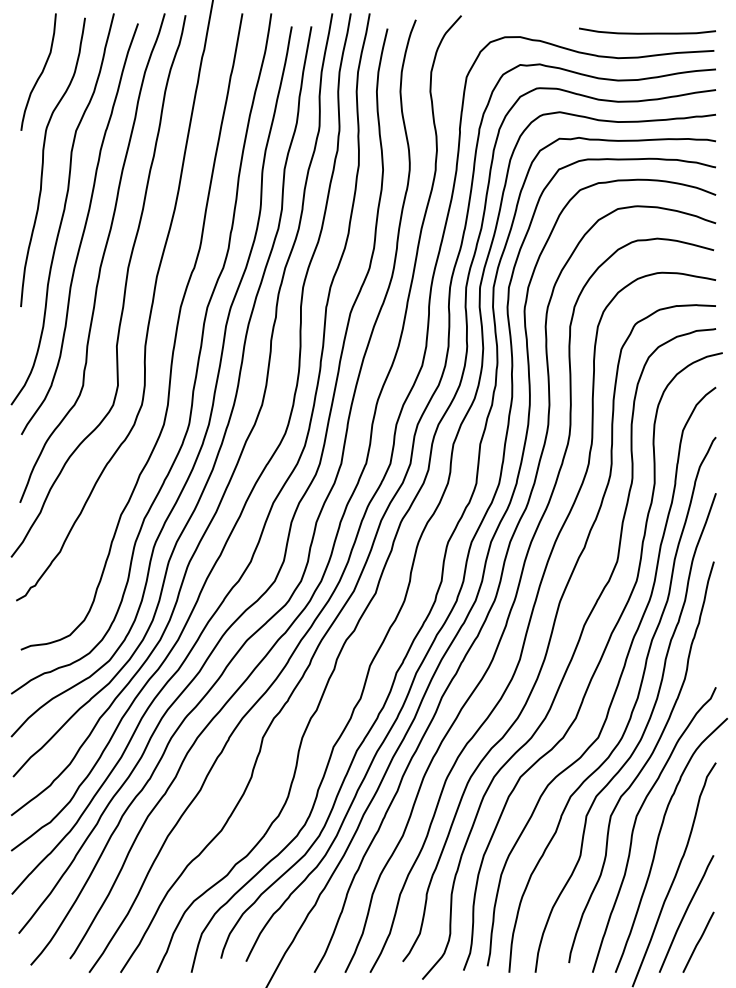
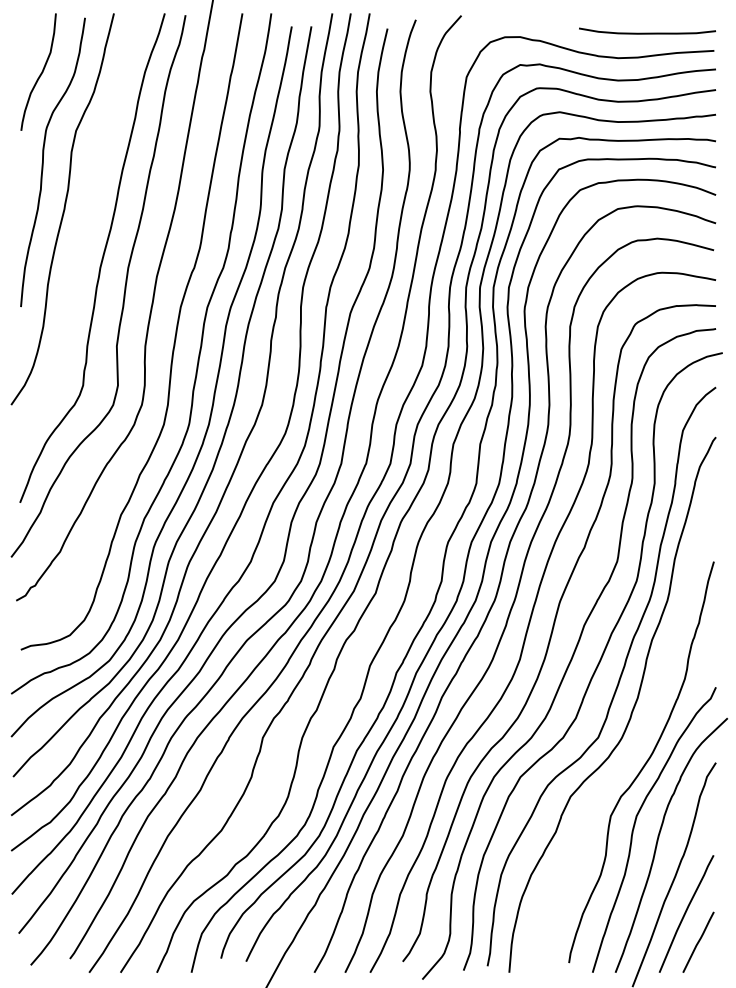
curve at (83, 228): present -> none
curve at (639, 739): present -> none
